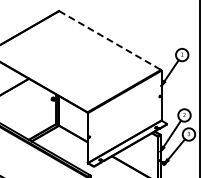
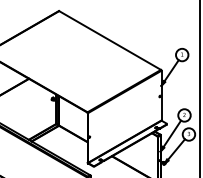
line at (110, 40): dashed -> solid
